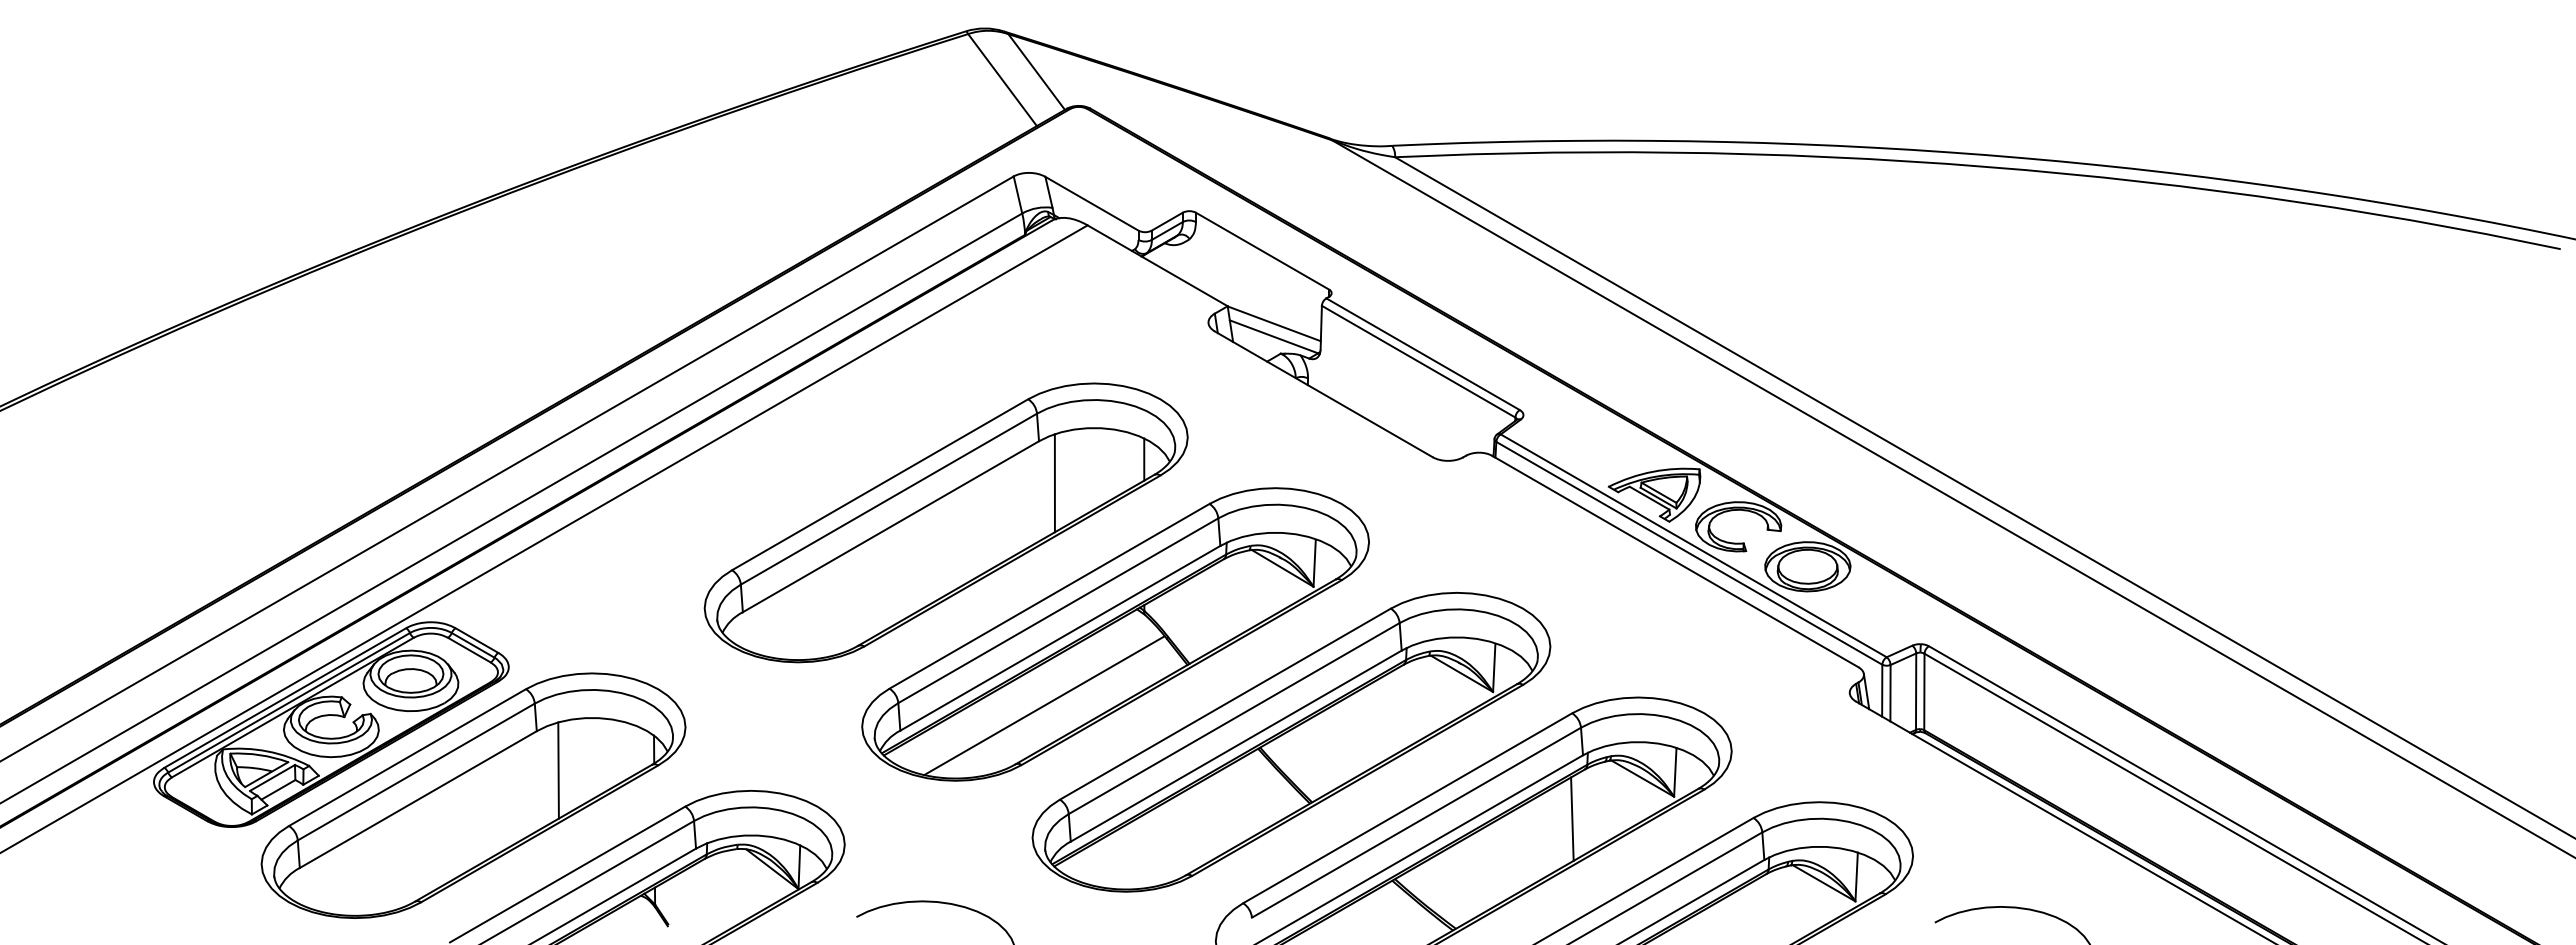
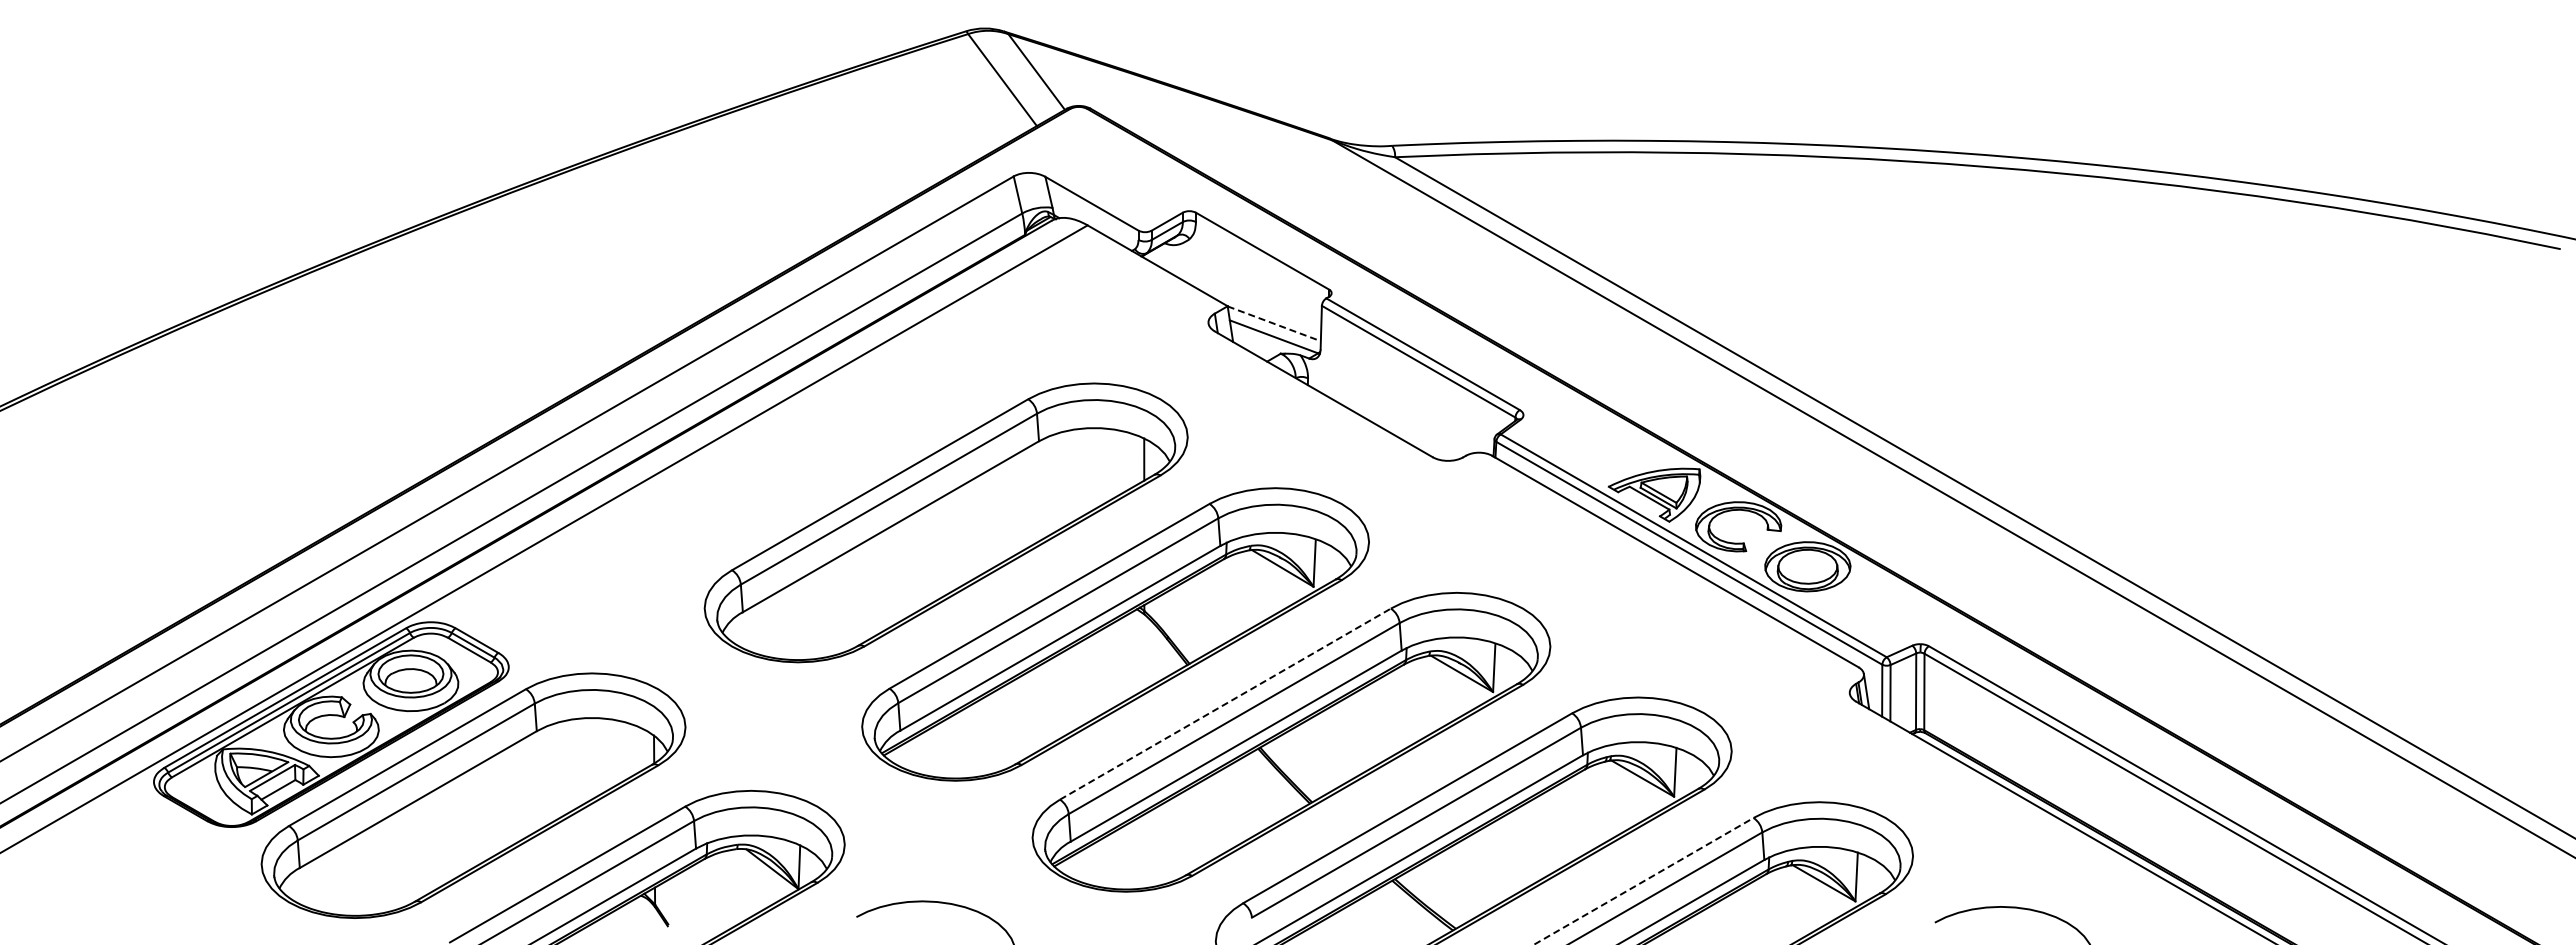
line at (1274, 323): solid -> dashed
line at (1054, 483): present -> none
line at (1225, 703): solid -> dashed
line at (1044, 705): present -> none
line at (558, 770): present -> none
line at (1572, 818): present -> none
line at (1643, 881): solid -> dashed
